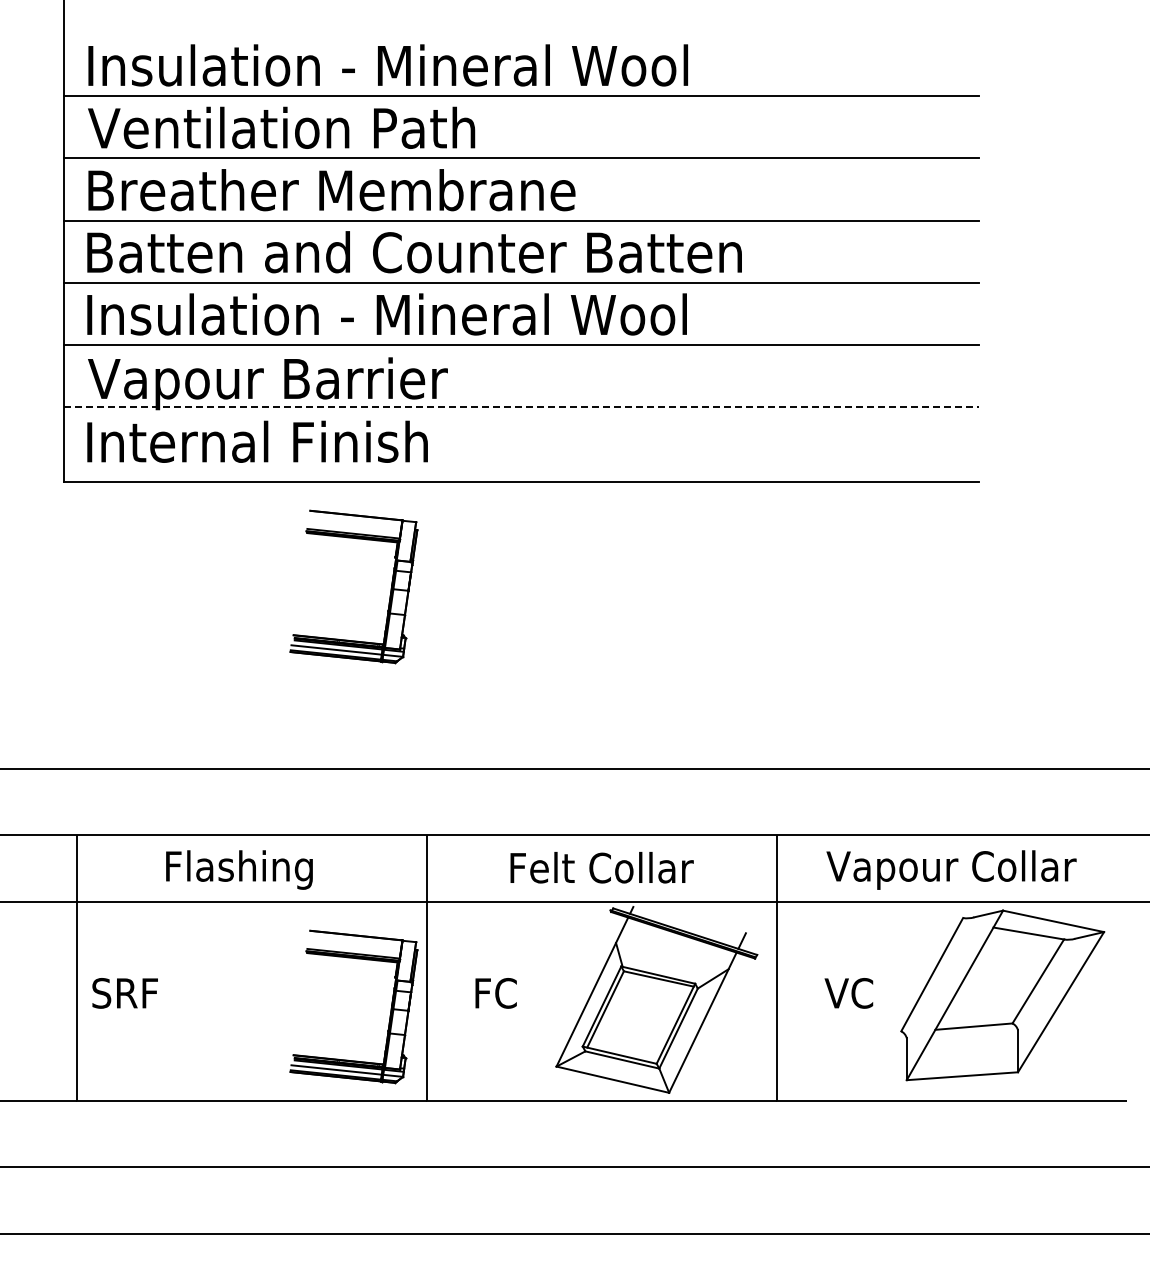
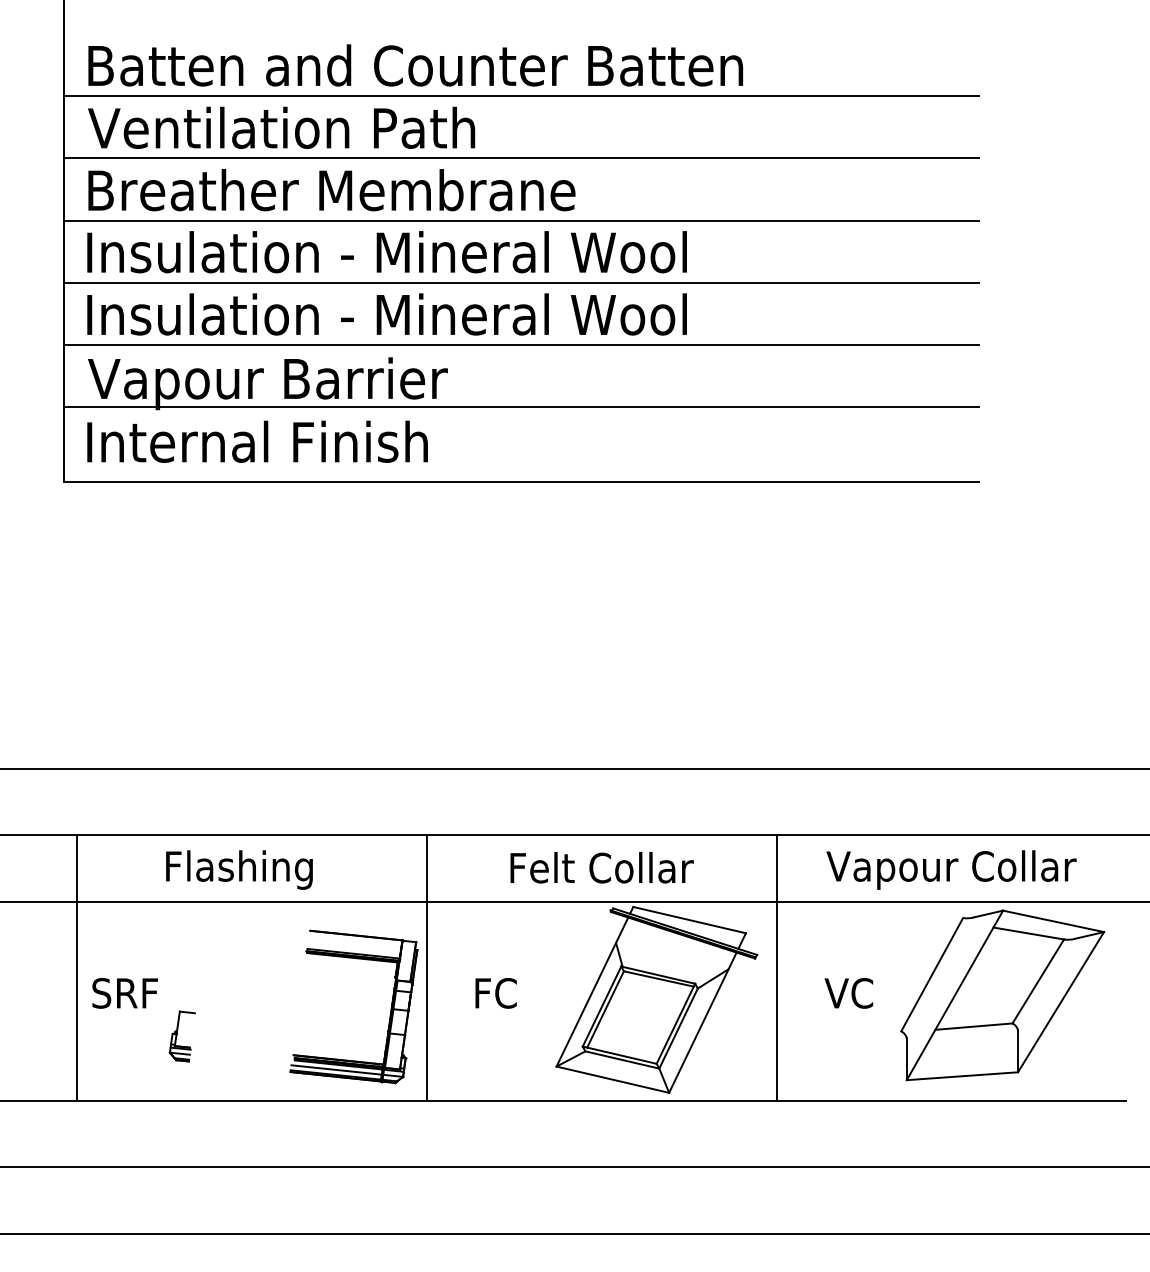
text at (418, 65): Insulation - Mineral Wool -> Batten and Counter Batten
text at (416, 252): Batten and Counter Batten -> Insulation - Mineral Wool
line at (522, 407): dashed -> solid
part at (390, 588): present -> none
line at (689, 919): none -> present
part at (181, 1036): none -> present
